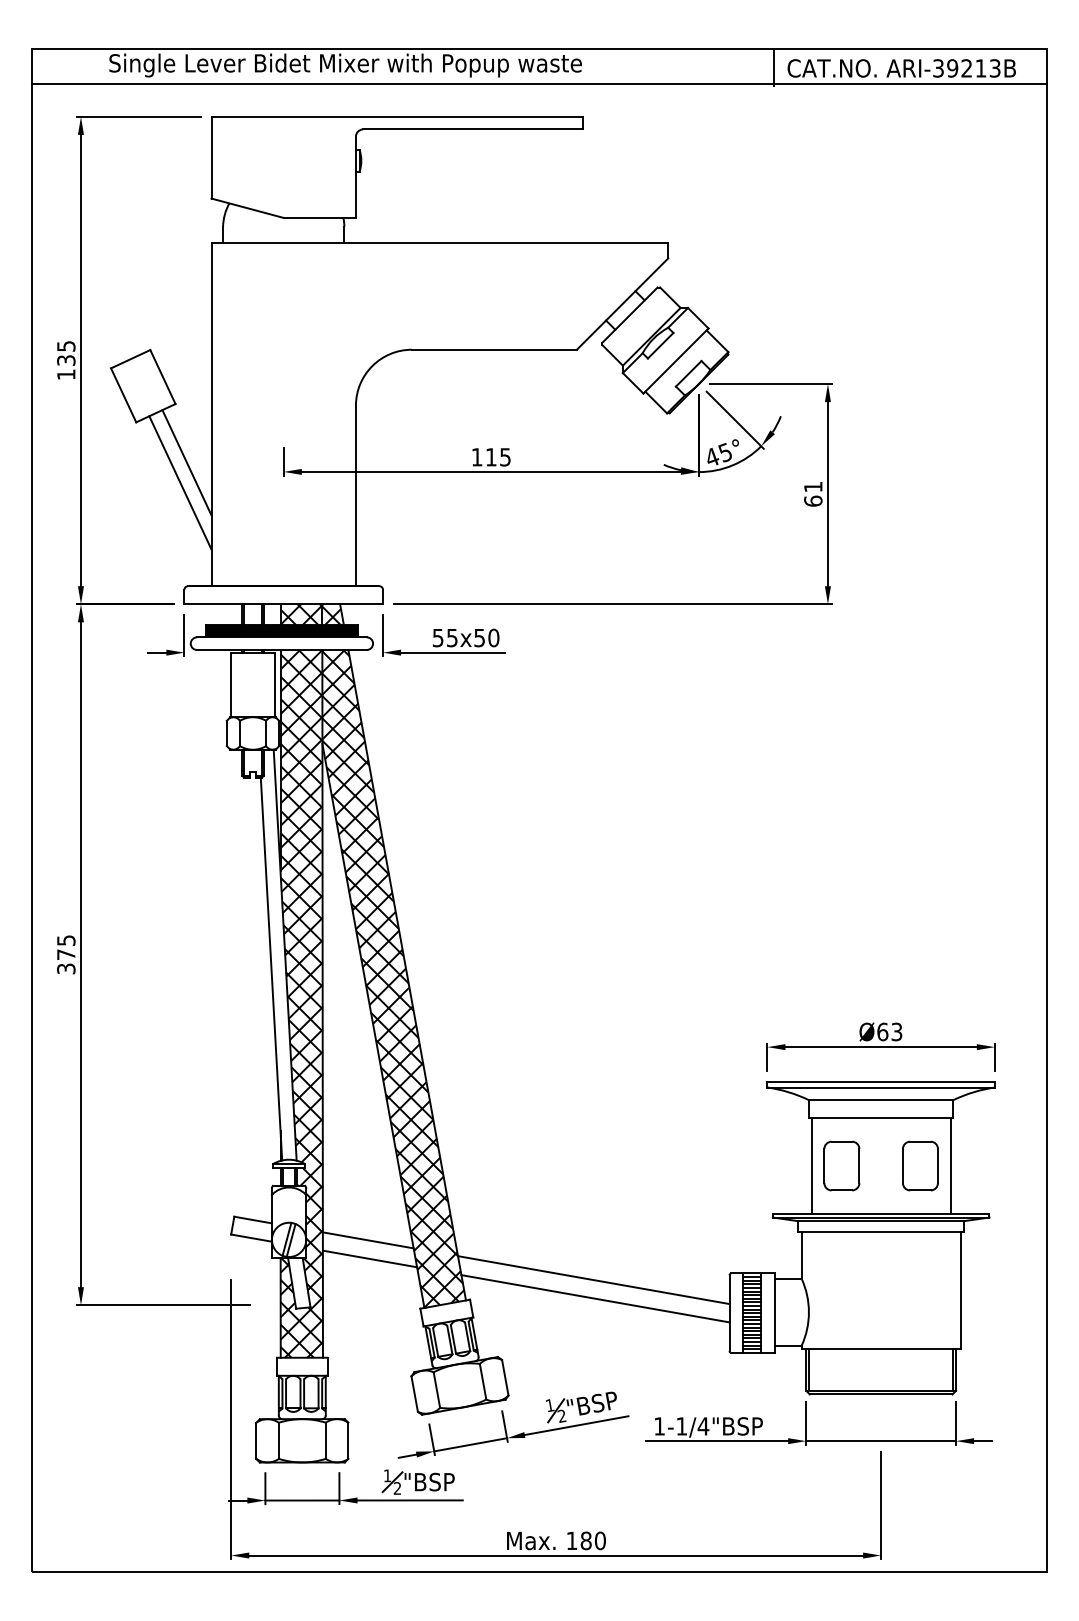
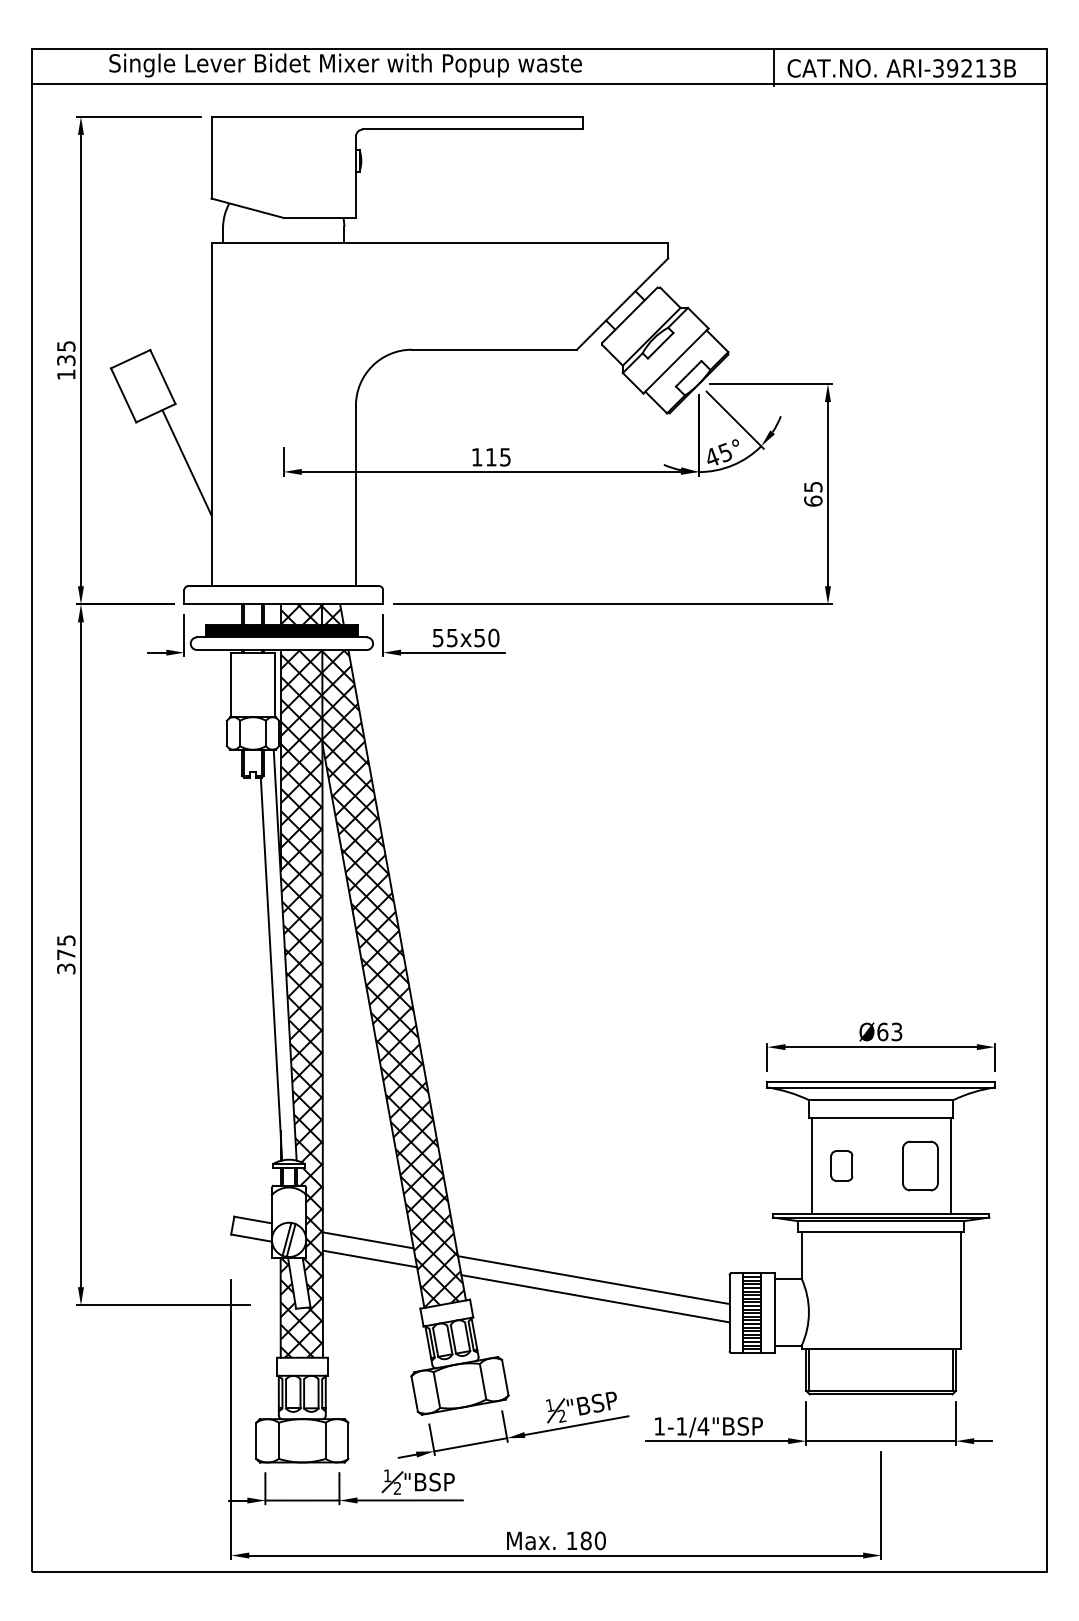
line at (180, 482): present -> none
text at (813, 487): 61 -> 65
part at (841, 1165) size: 38x52 px -> 24x32 px
